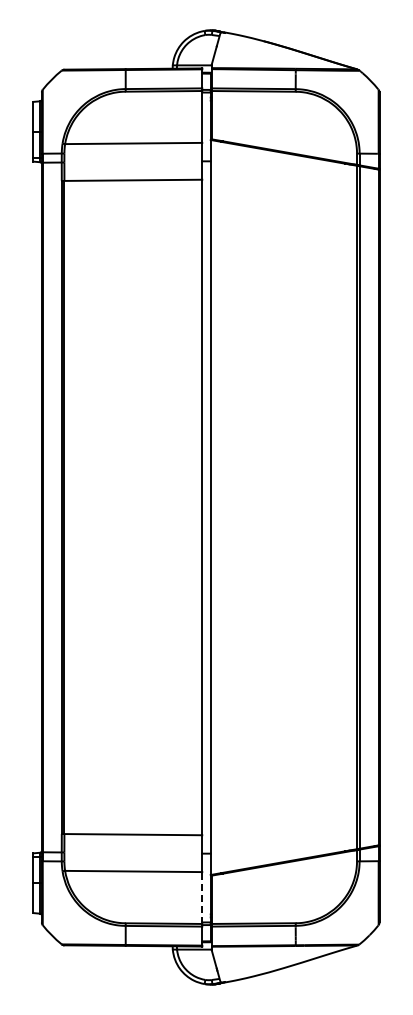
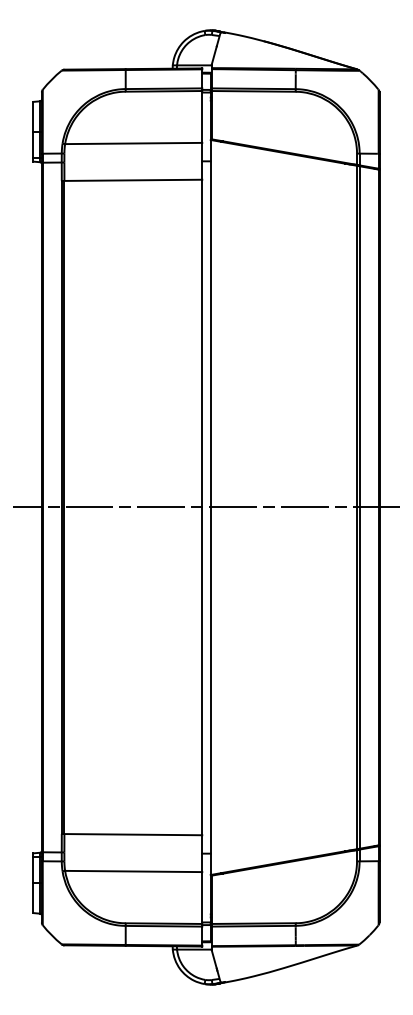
line at (206, 507): none -> present
line at (202, 898): dashed -> solid
